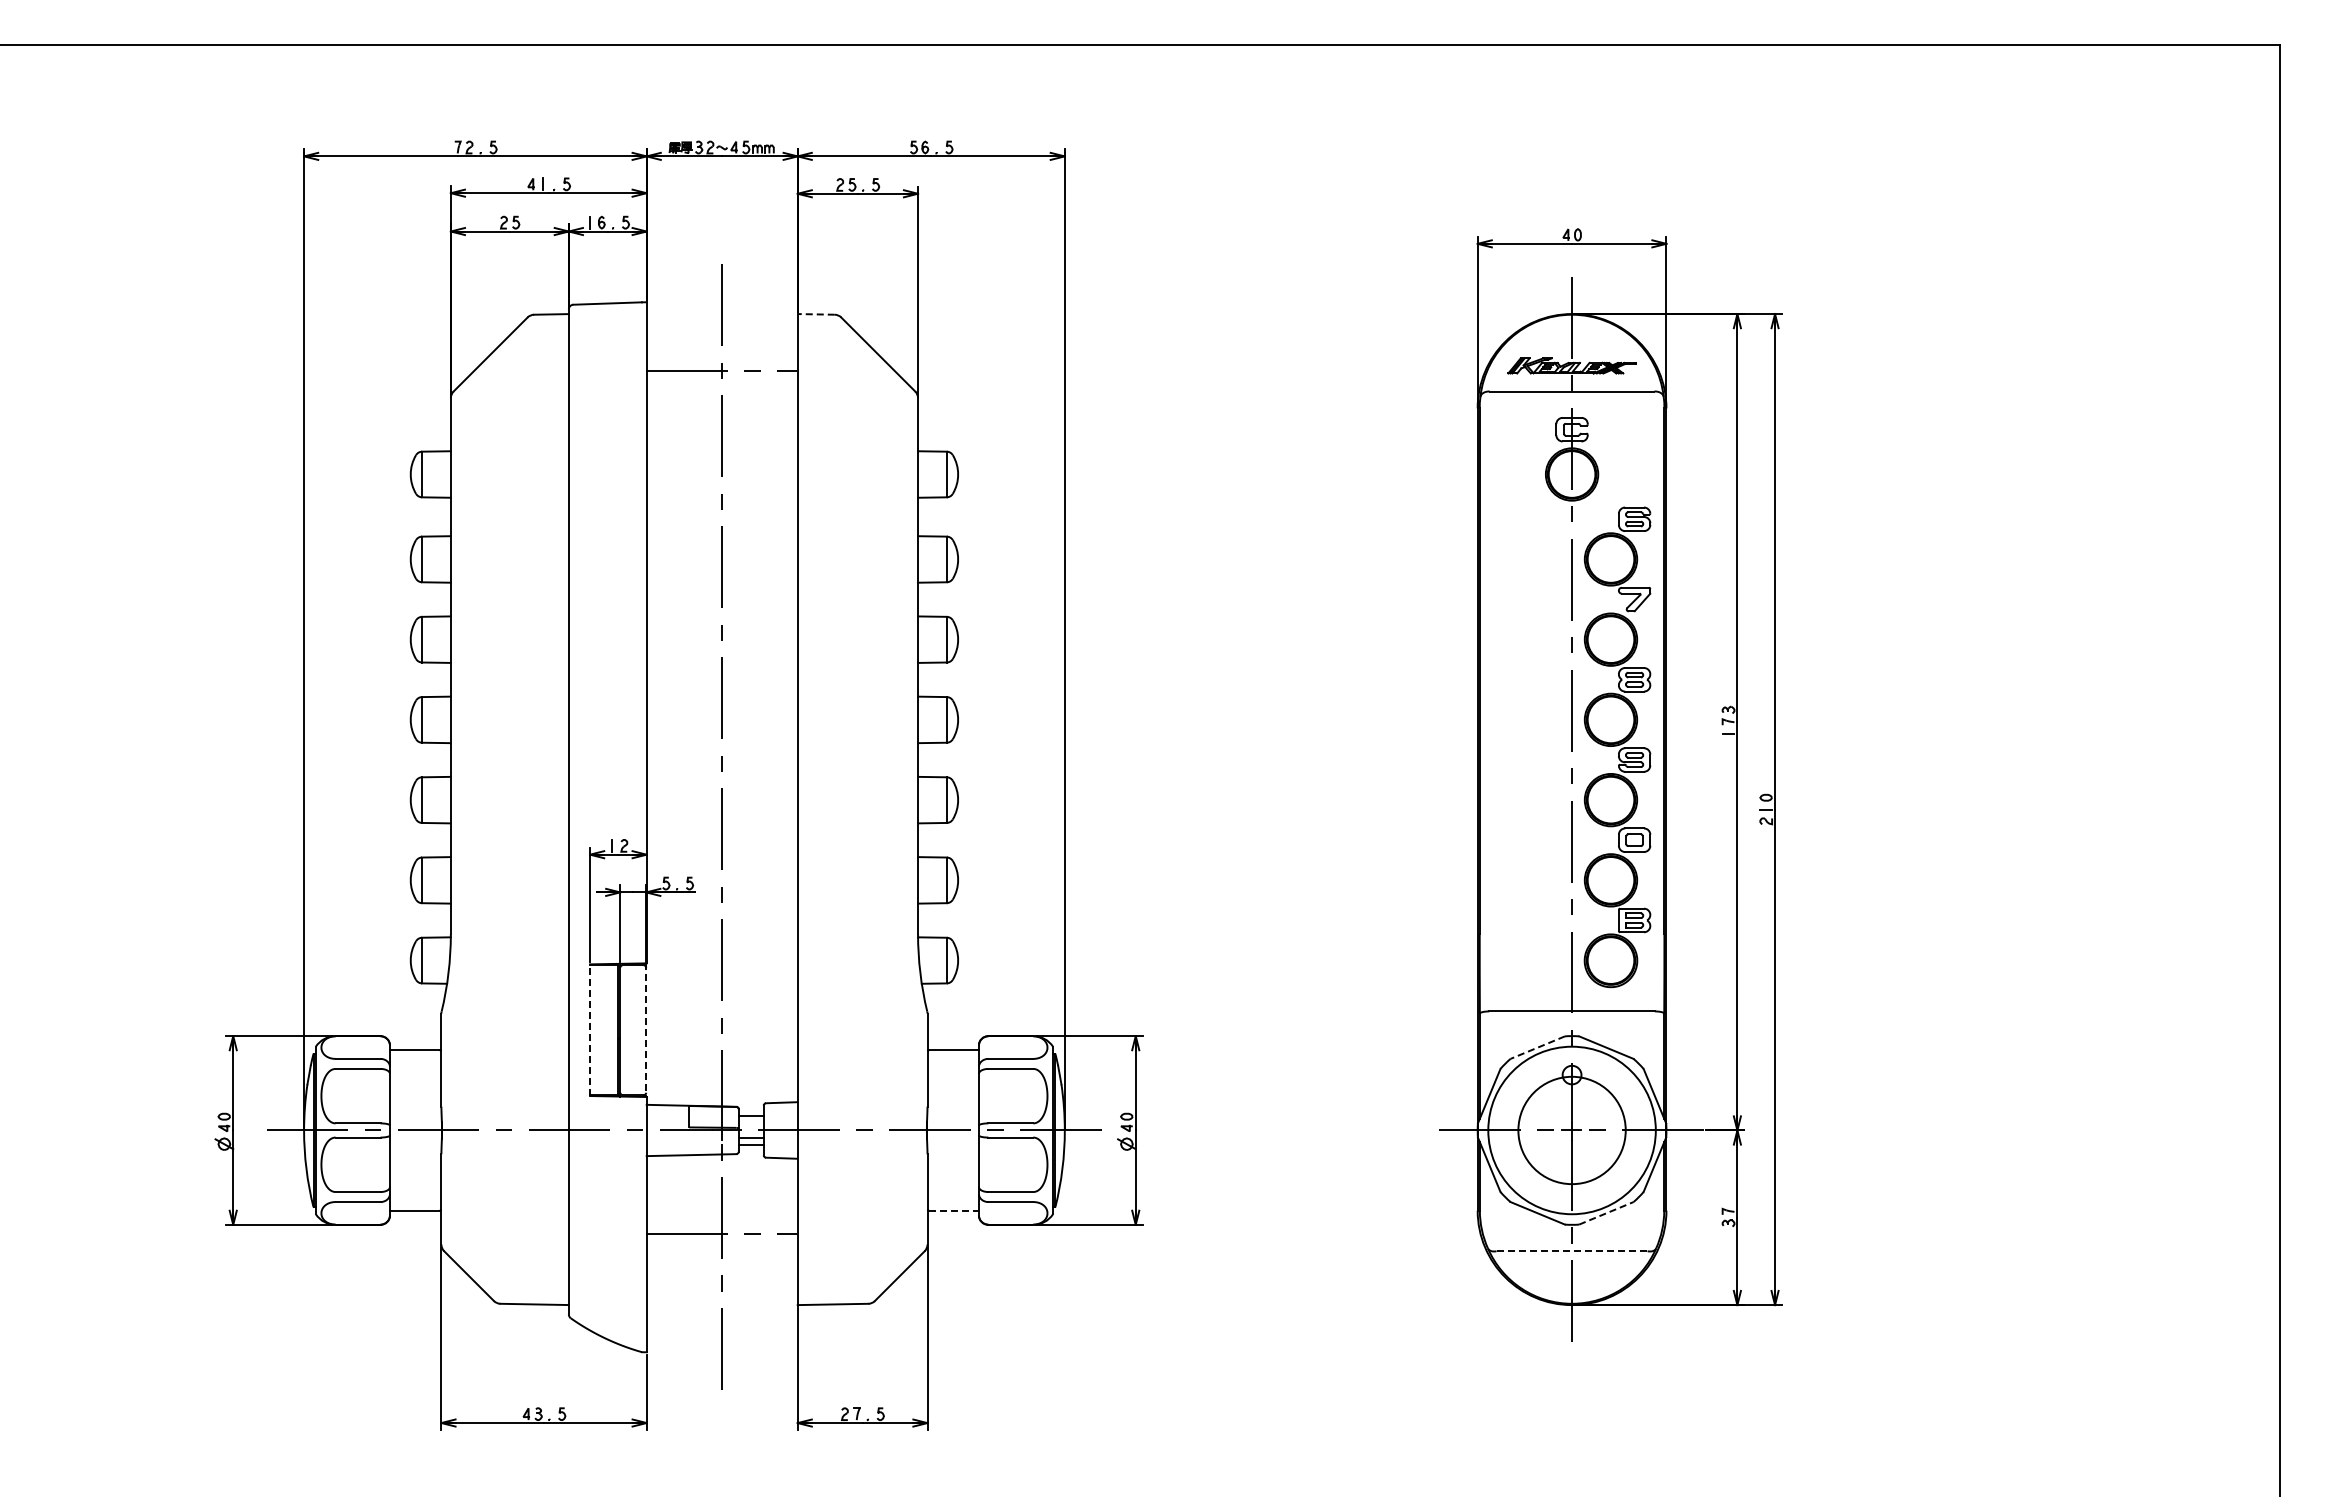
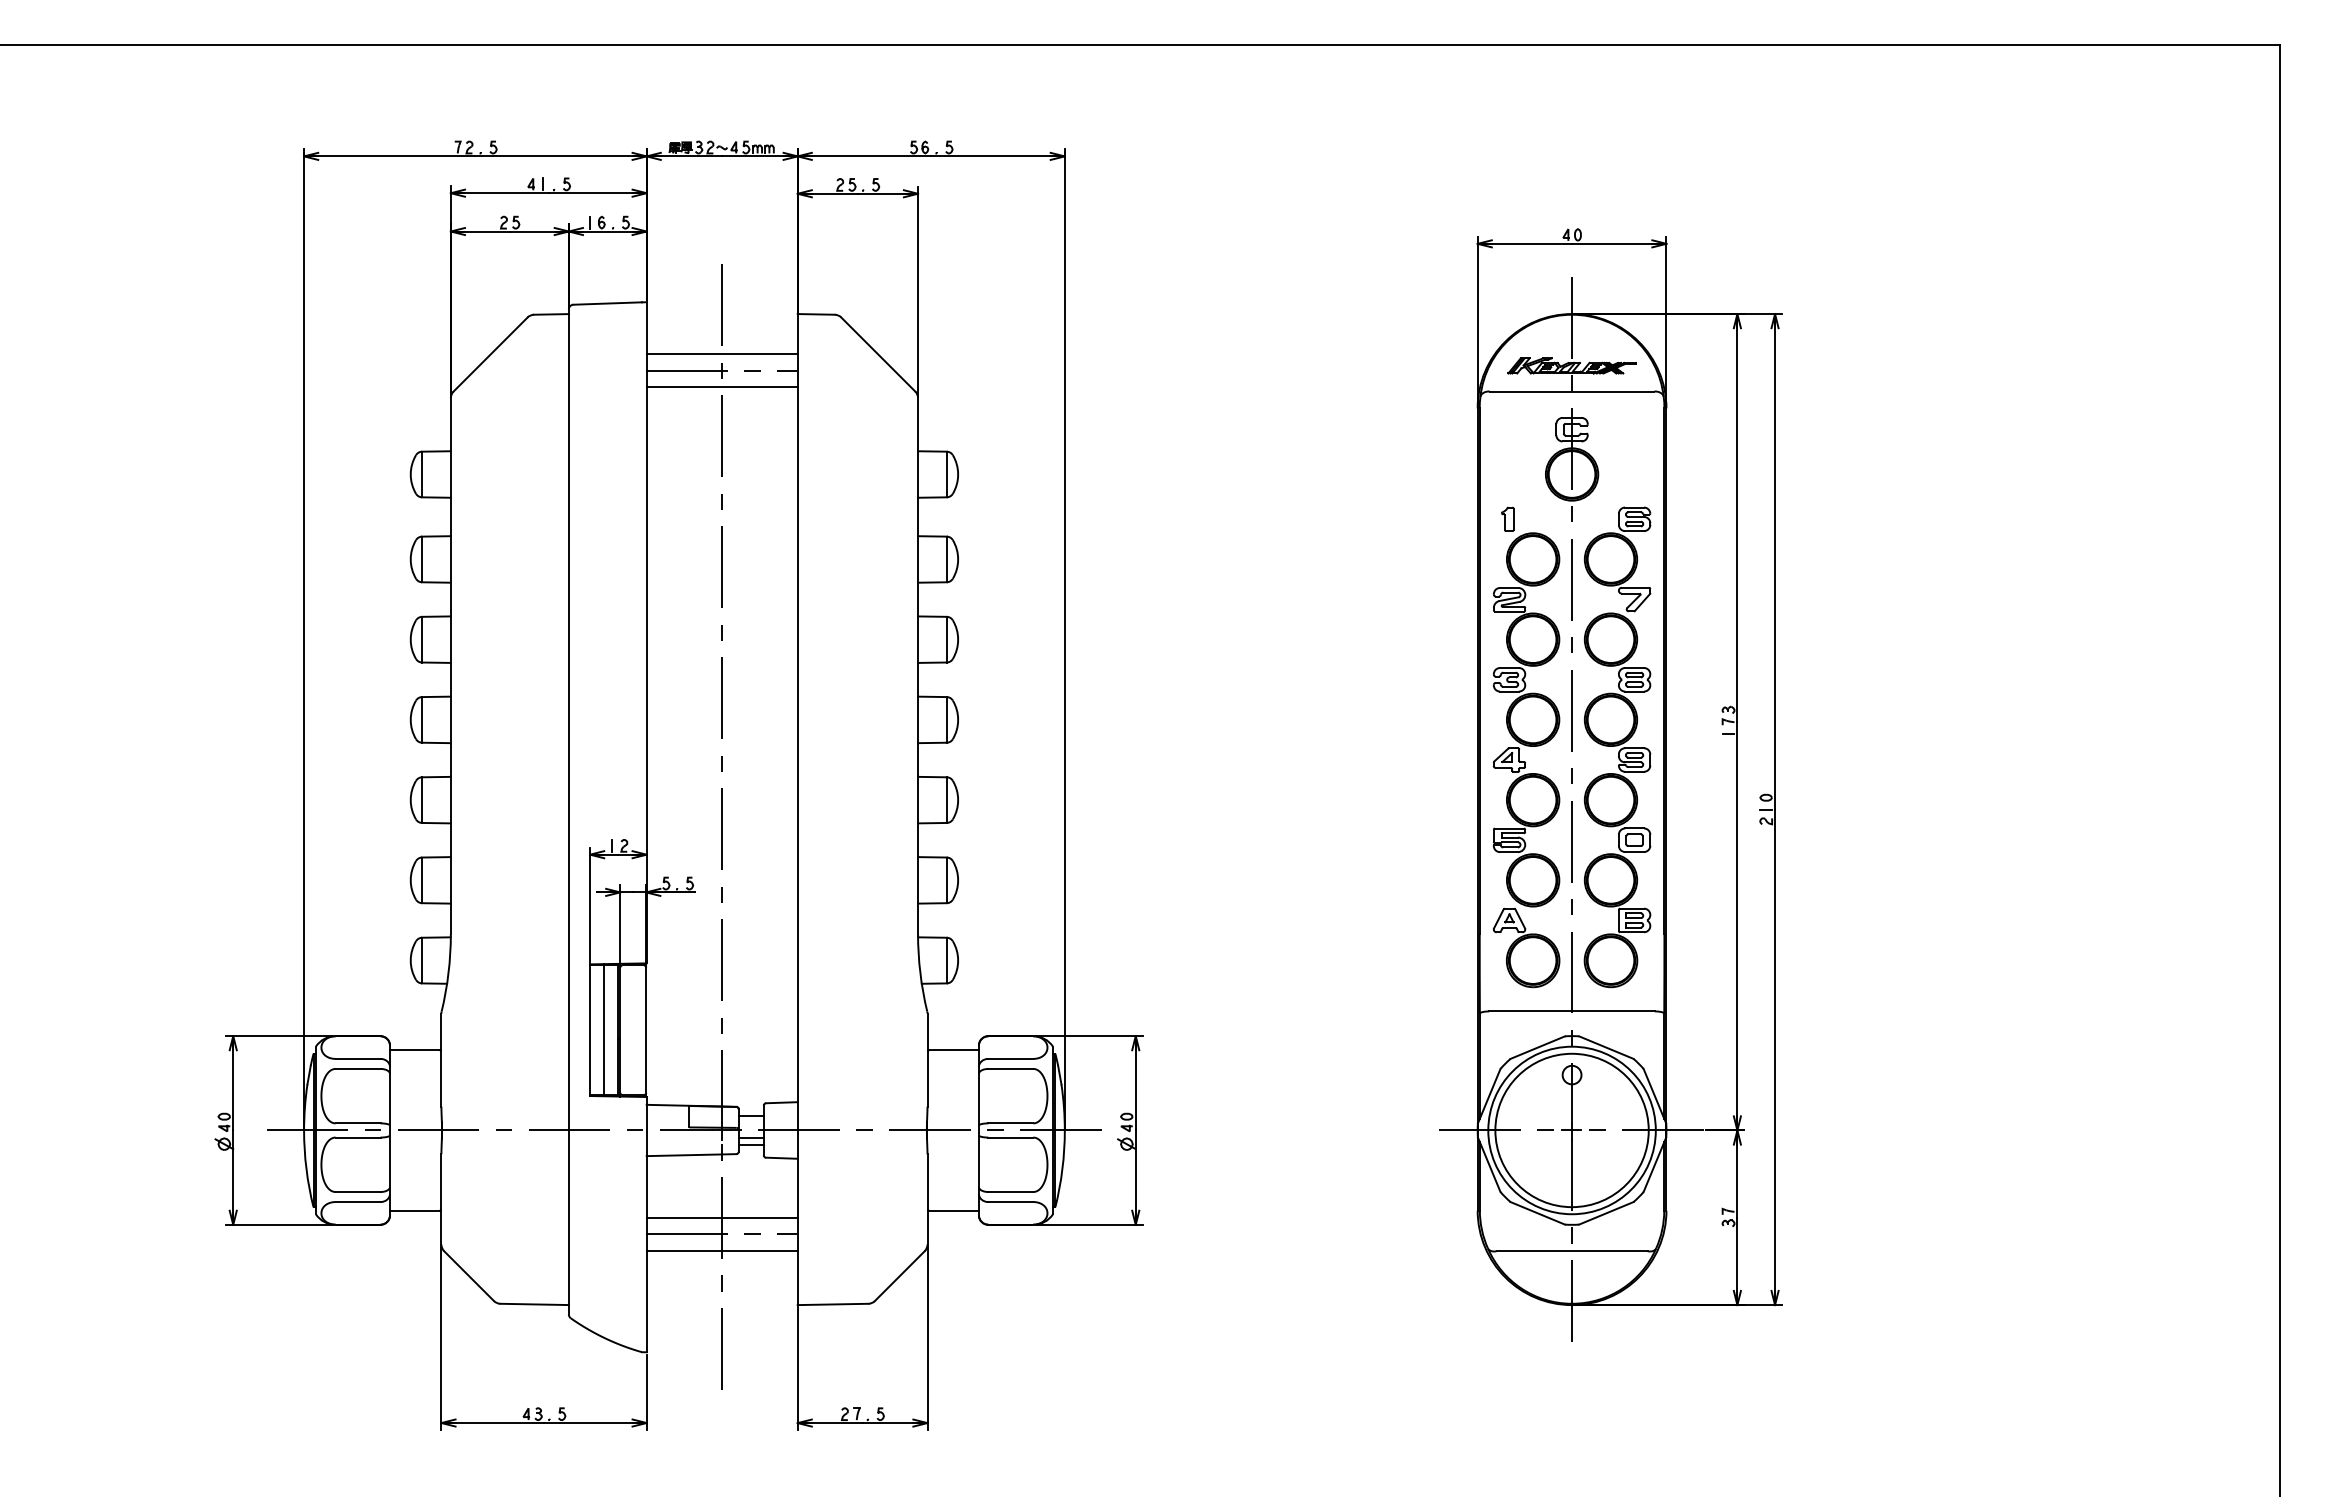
line at (816, 314): dashed -> solid
line at (721, 354): none -> present
line at (721, 387): none -> present
part at (1526, 747): none -> present
line at (604, 1029): none -> present
line at (590, 1030): dashed -> solid
line at (646, 1030): dashed -> solid
line at (1537, 1047): dashed -> solid
circle at (1571, 1130) diameter: 107 px -> 153 px
line at (954, 1210): dashed -> solid
line at (1606, 1213): dashed -> solid
line at (721, 1217): none -> present
line at (721, 1250): none -> present
line at (1572, 1251): dashed -> solid
